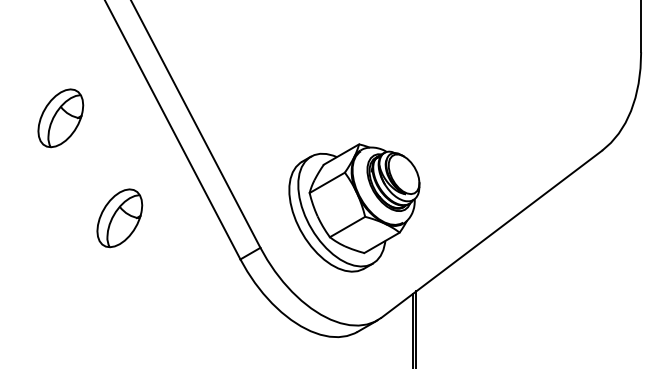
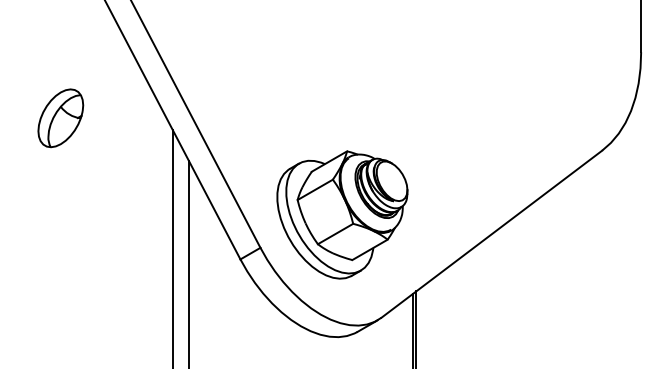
part at (354, 207) position: (354, 207) -> (342, 214)
part at (119, 218): present -> none
line at (172, 247): none -> present
line at (188, 262): none -> present
